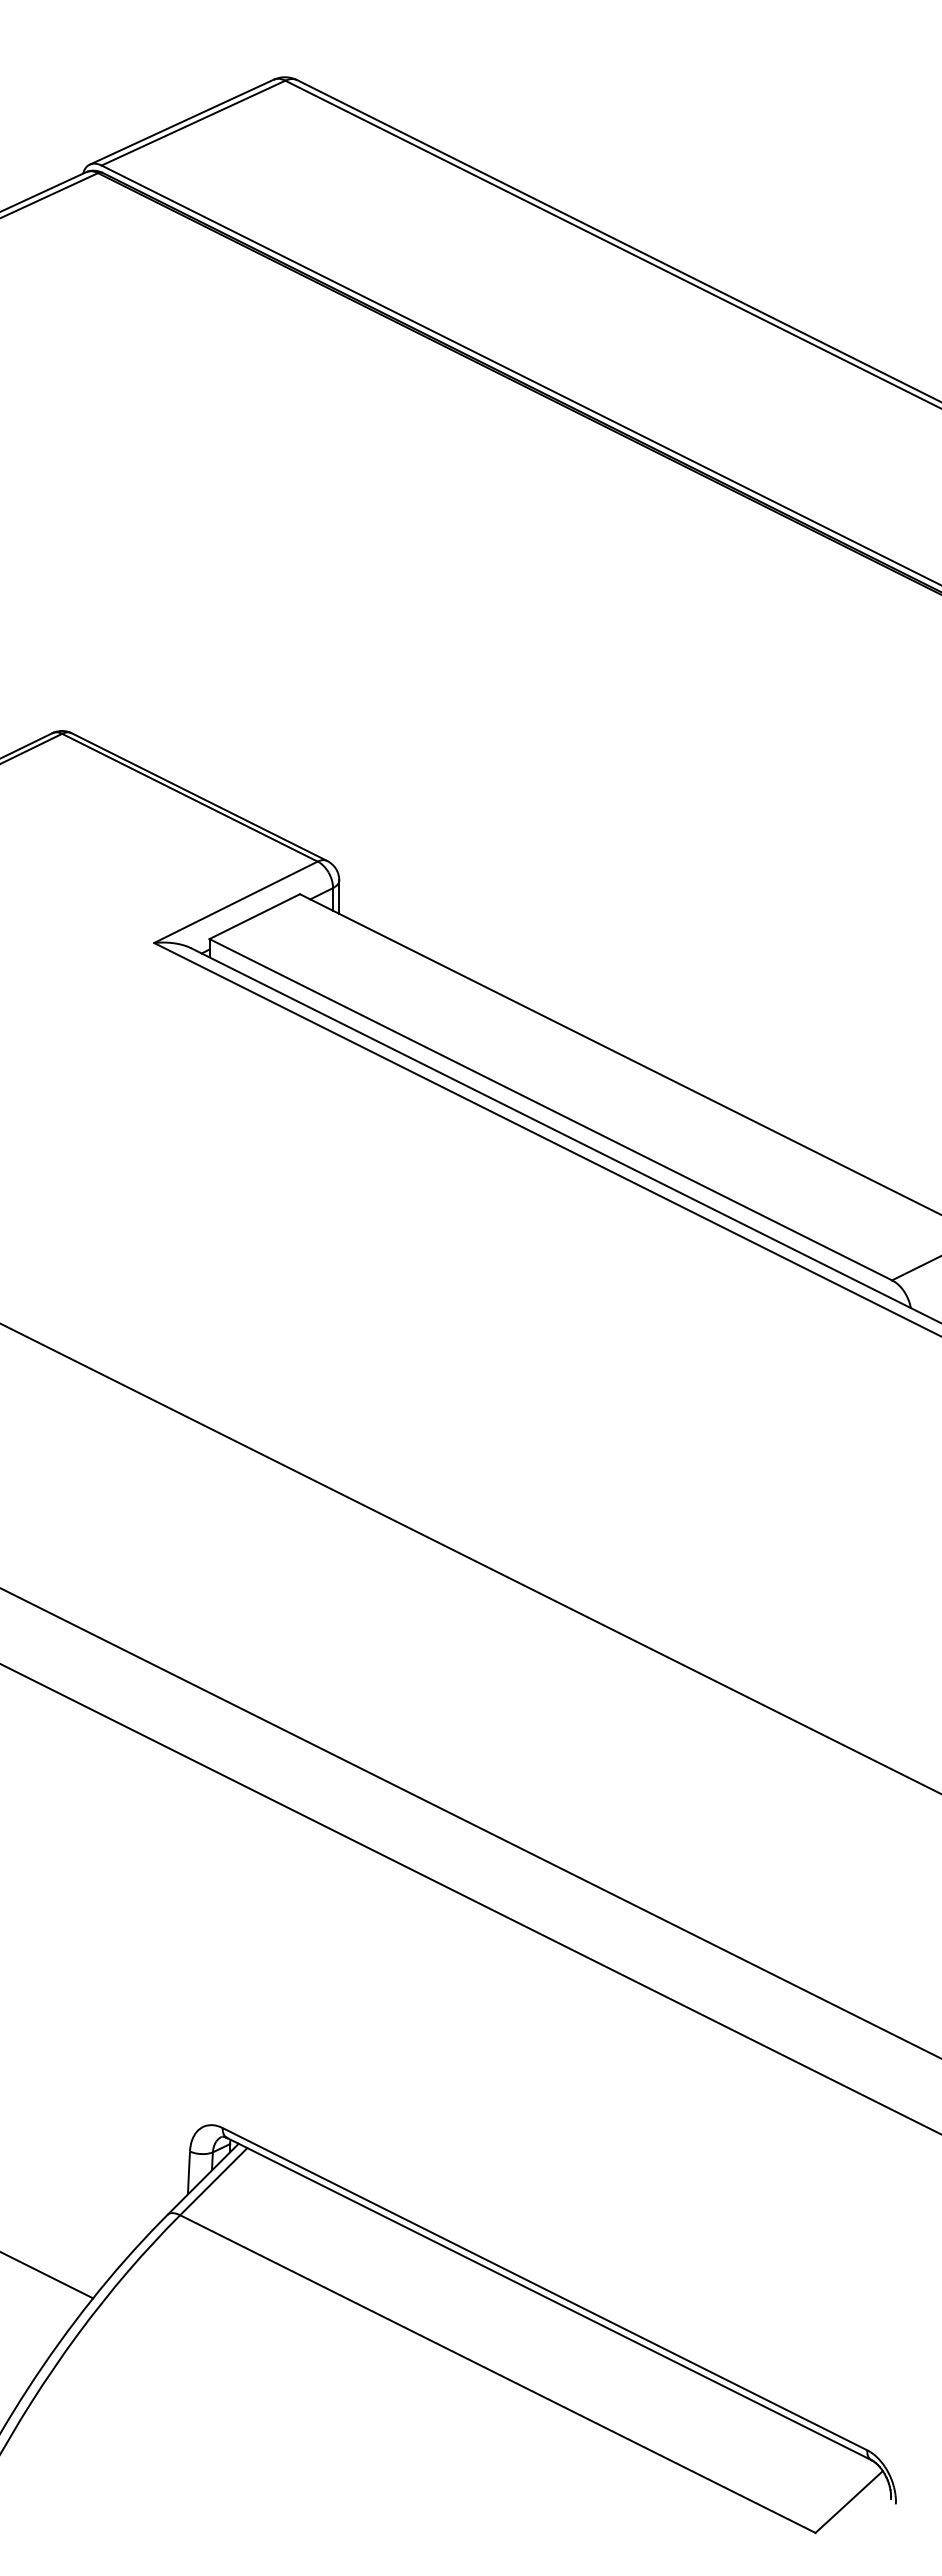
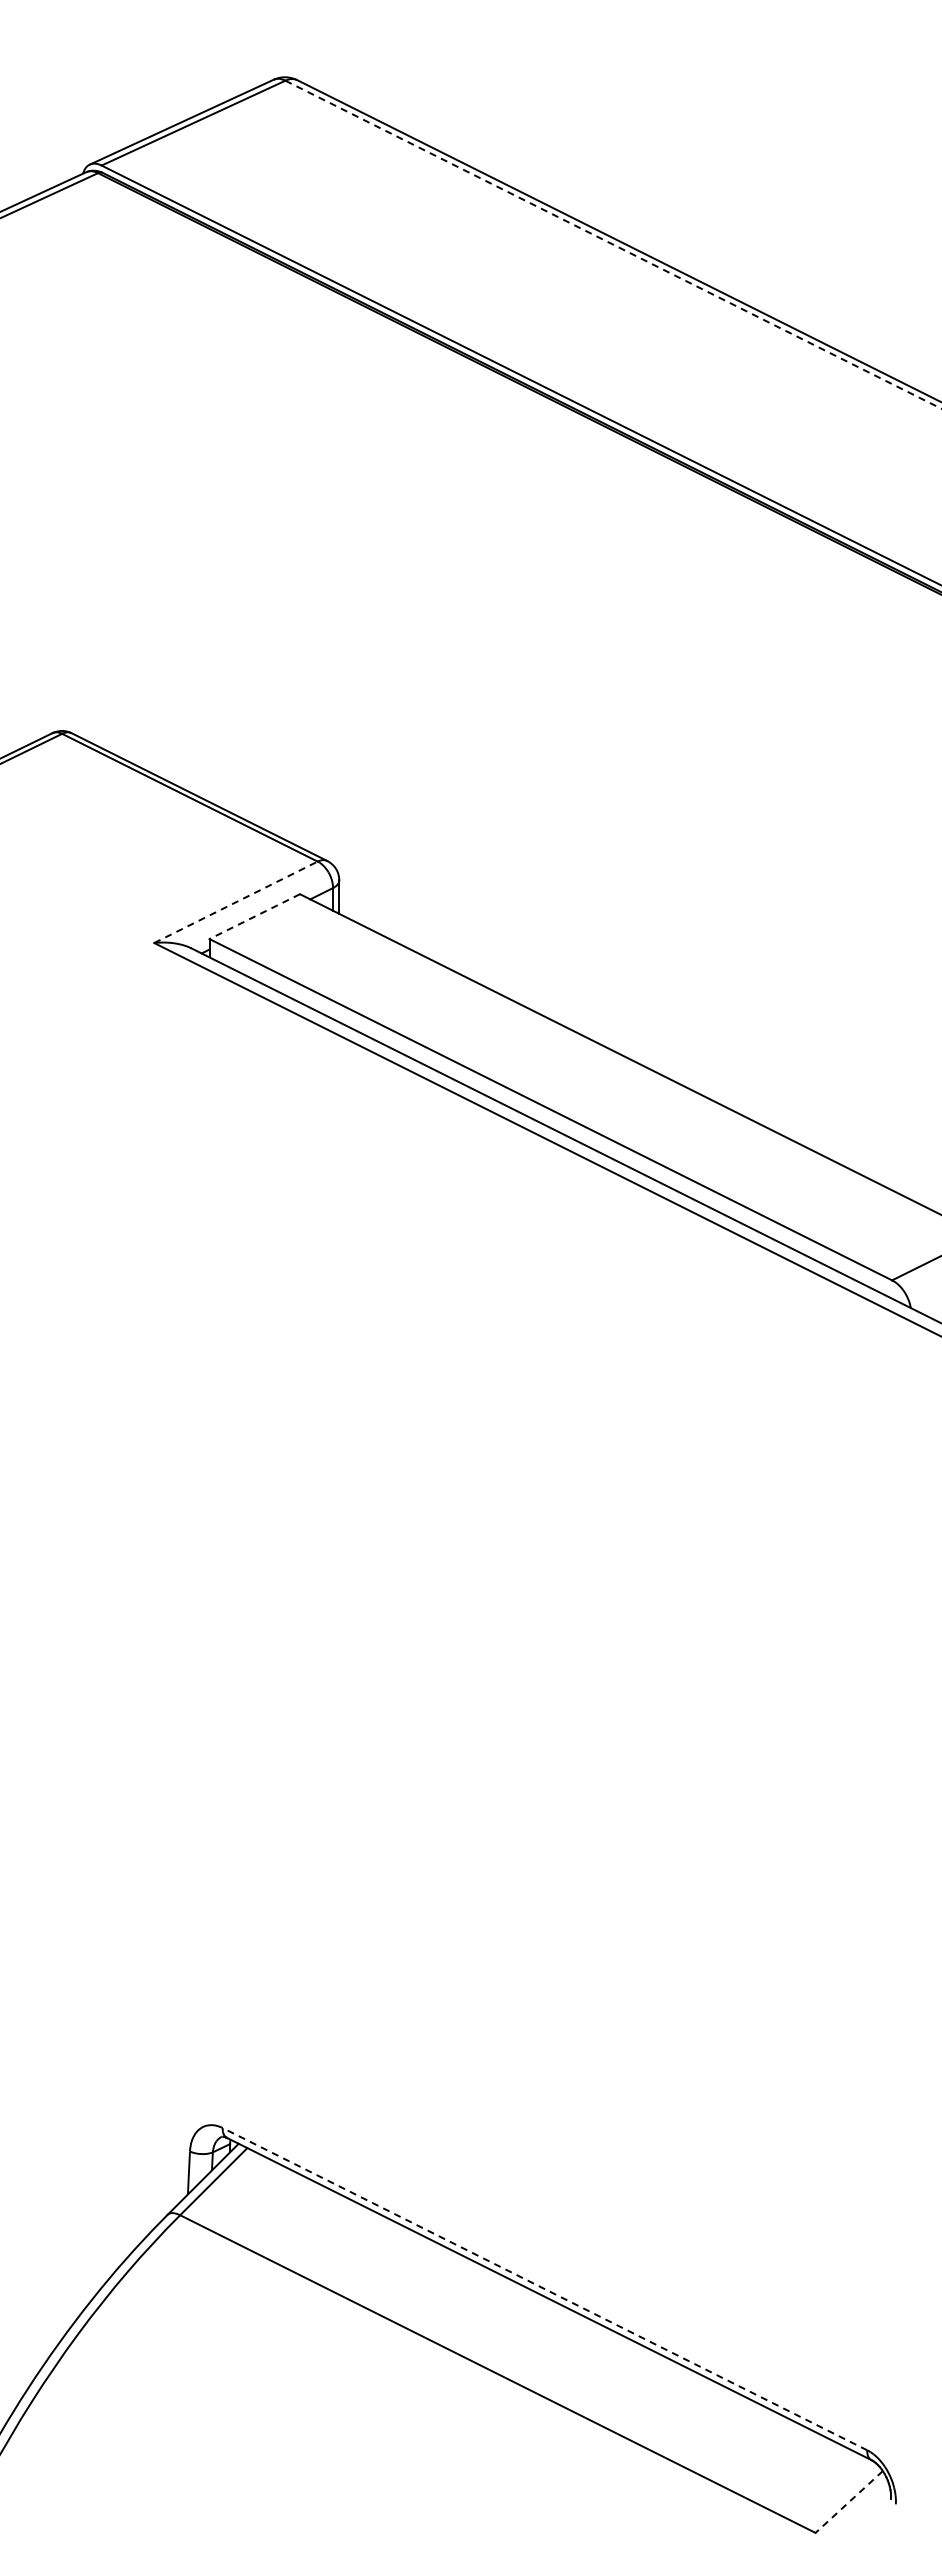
line at (613, 244): solid -> dashed
line at (236, 902): solid -> dashed
line at (254, 916): solid -> dashed
line at (470, 1558): present -> none
line at (470, 1823): present -> none
line at (470, 1898): present -> none
line at (47, 2275): present -> none
line at (544, 2288): solid -> dashed
line at (849, 2502): solid -> dashed
